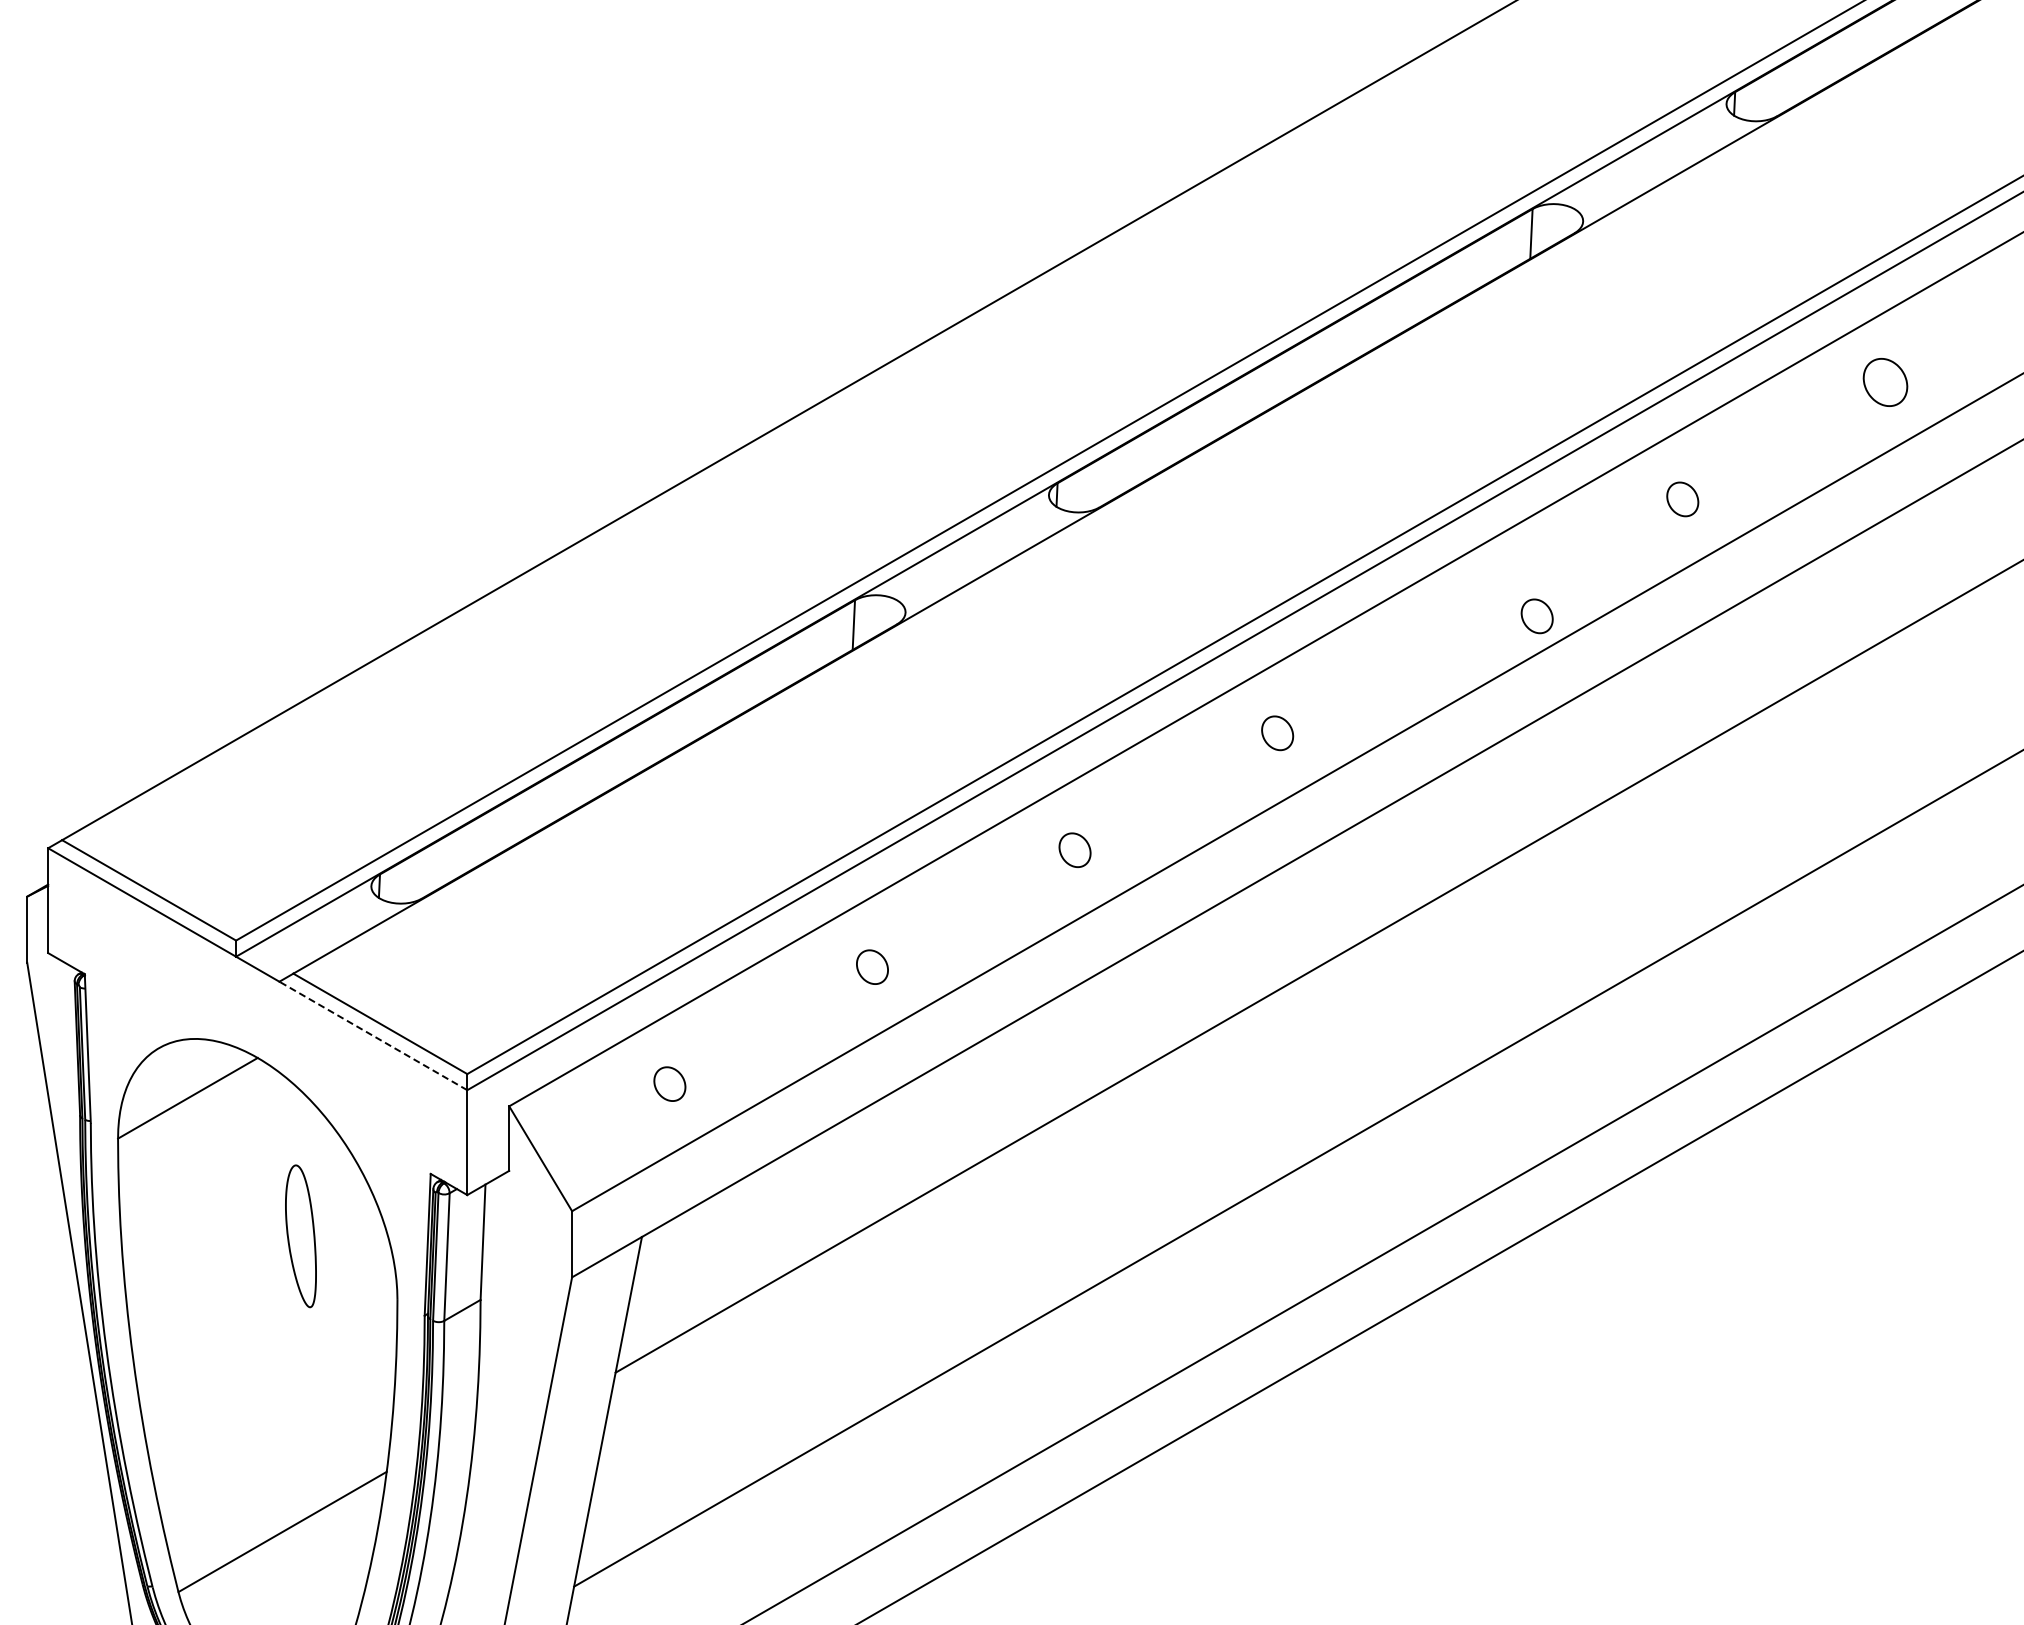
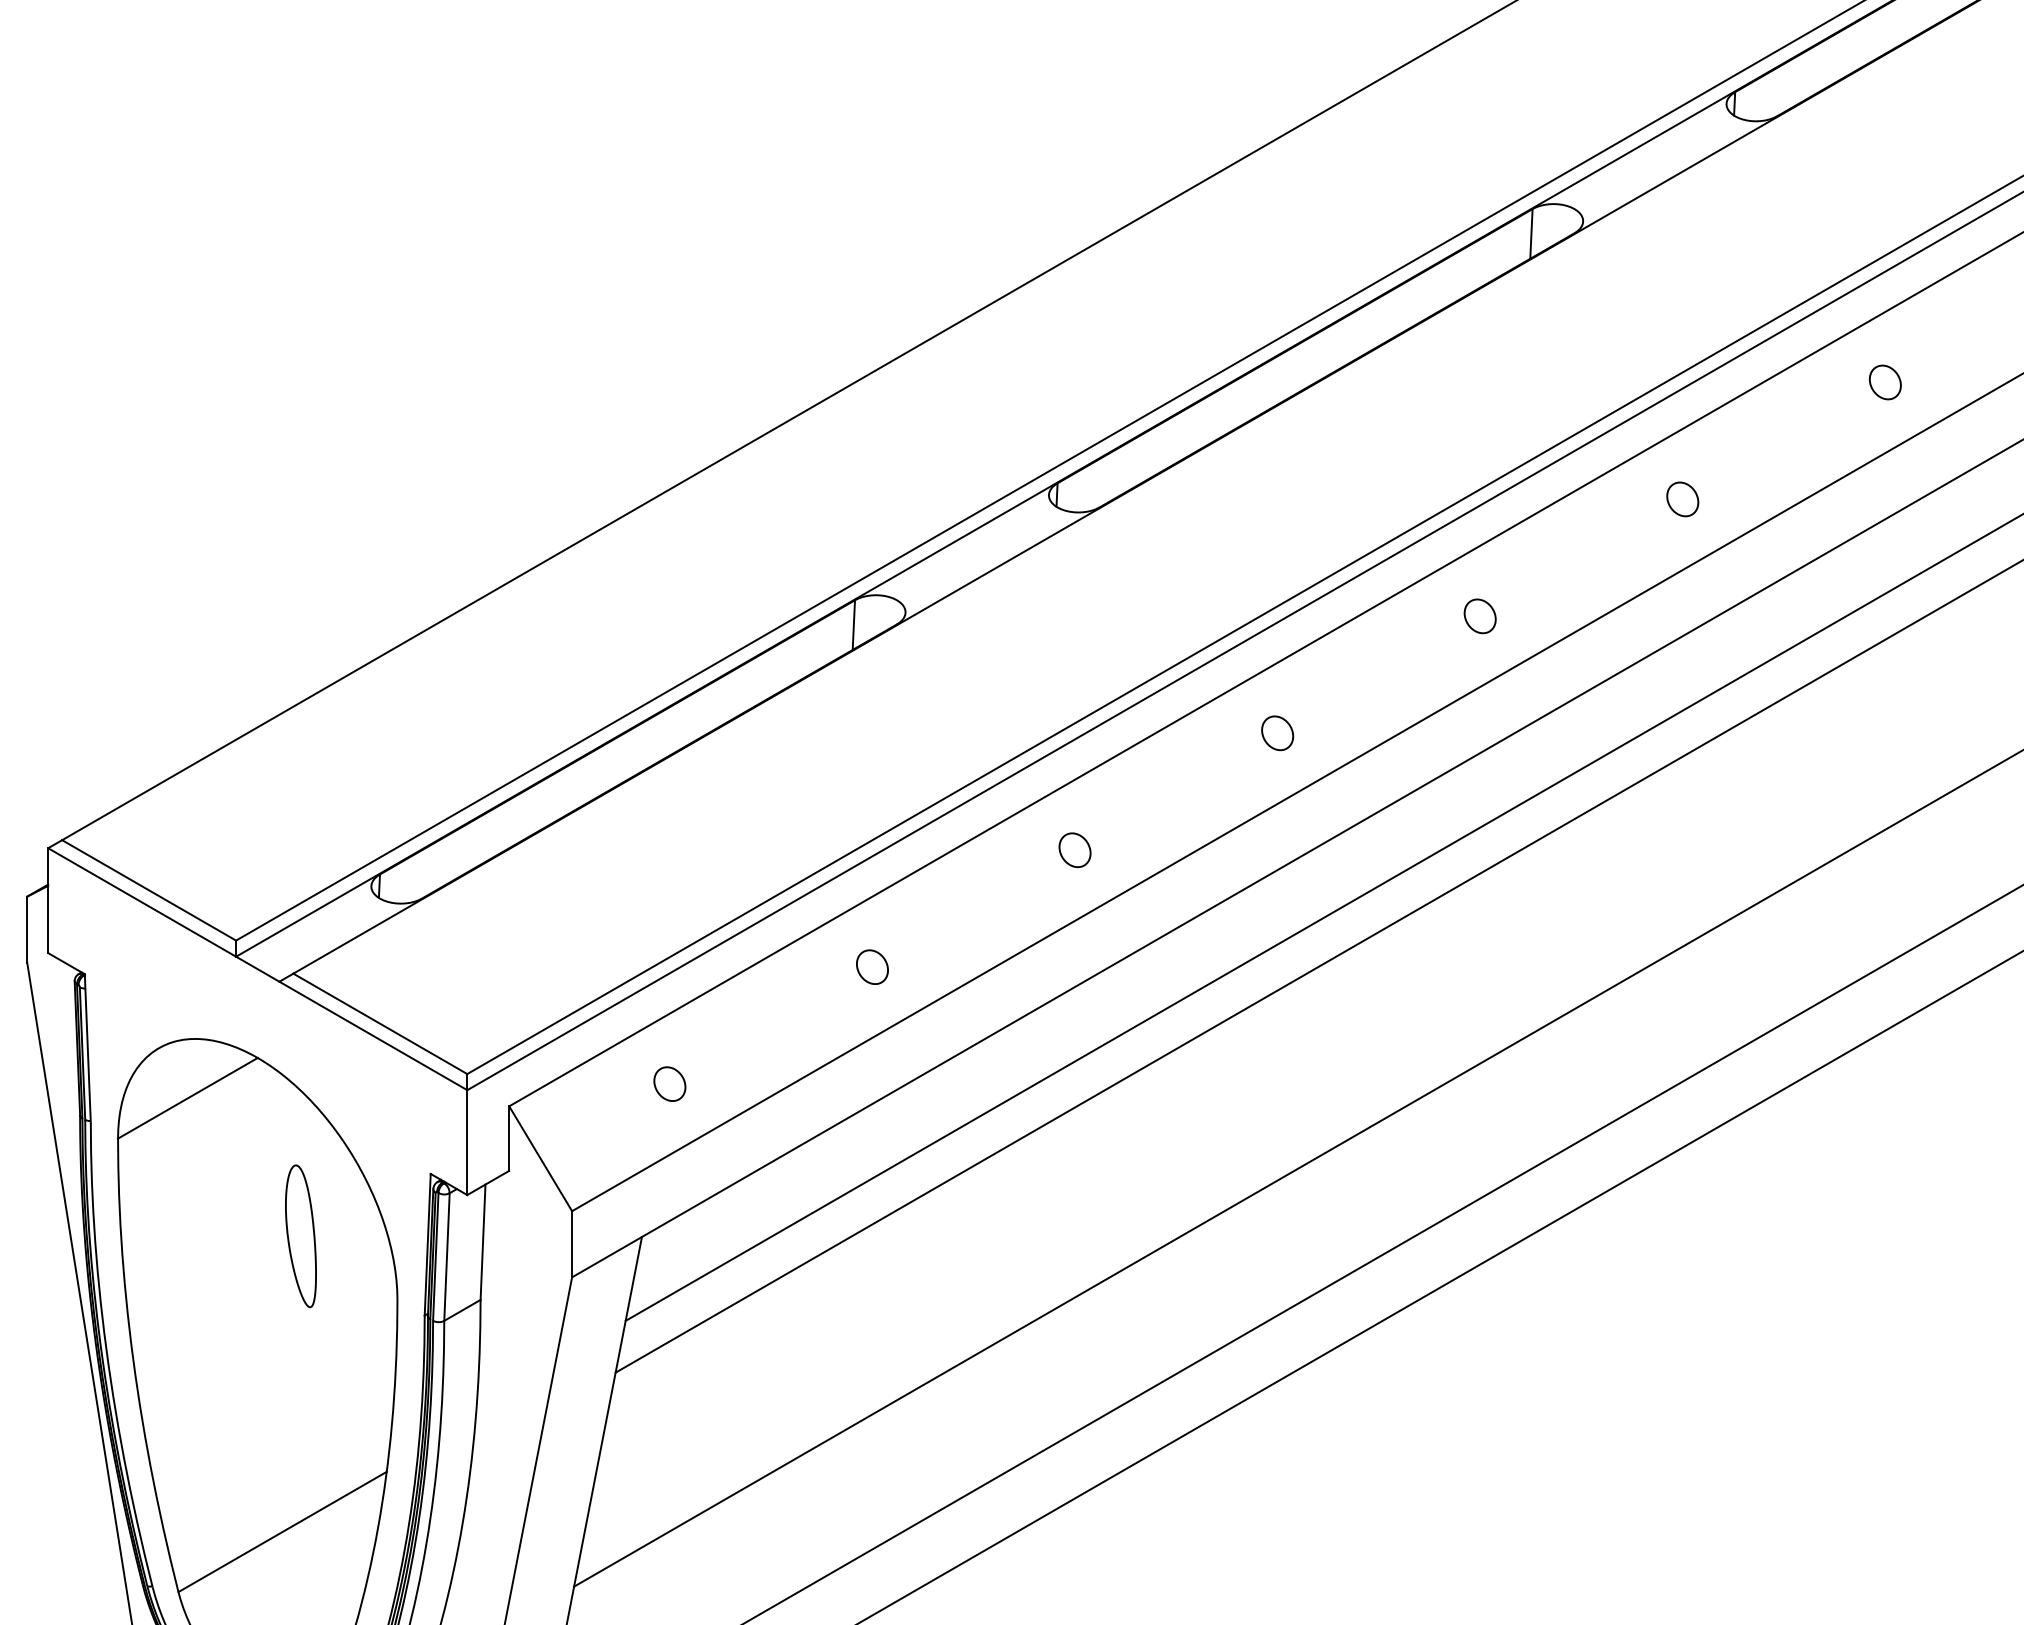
part at (1885, 382) size: 47x49 px -> 34x37 px
part at (1536, 616) position: (1536, 616) -> (1479, 616)
line at (1322, 917): none -> present
line at (372, 1035): dashed -> solid
